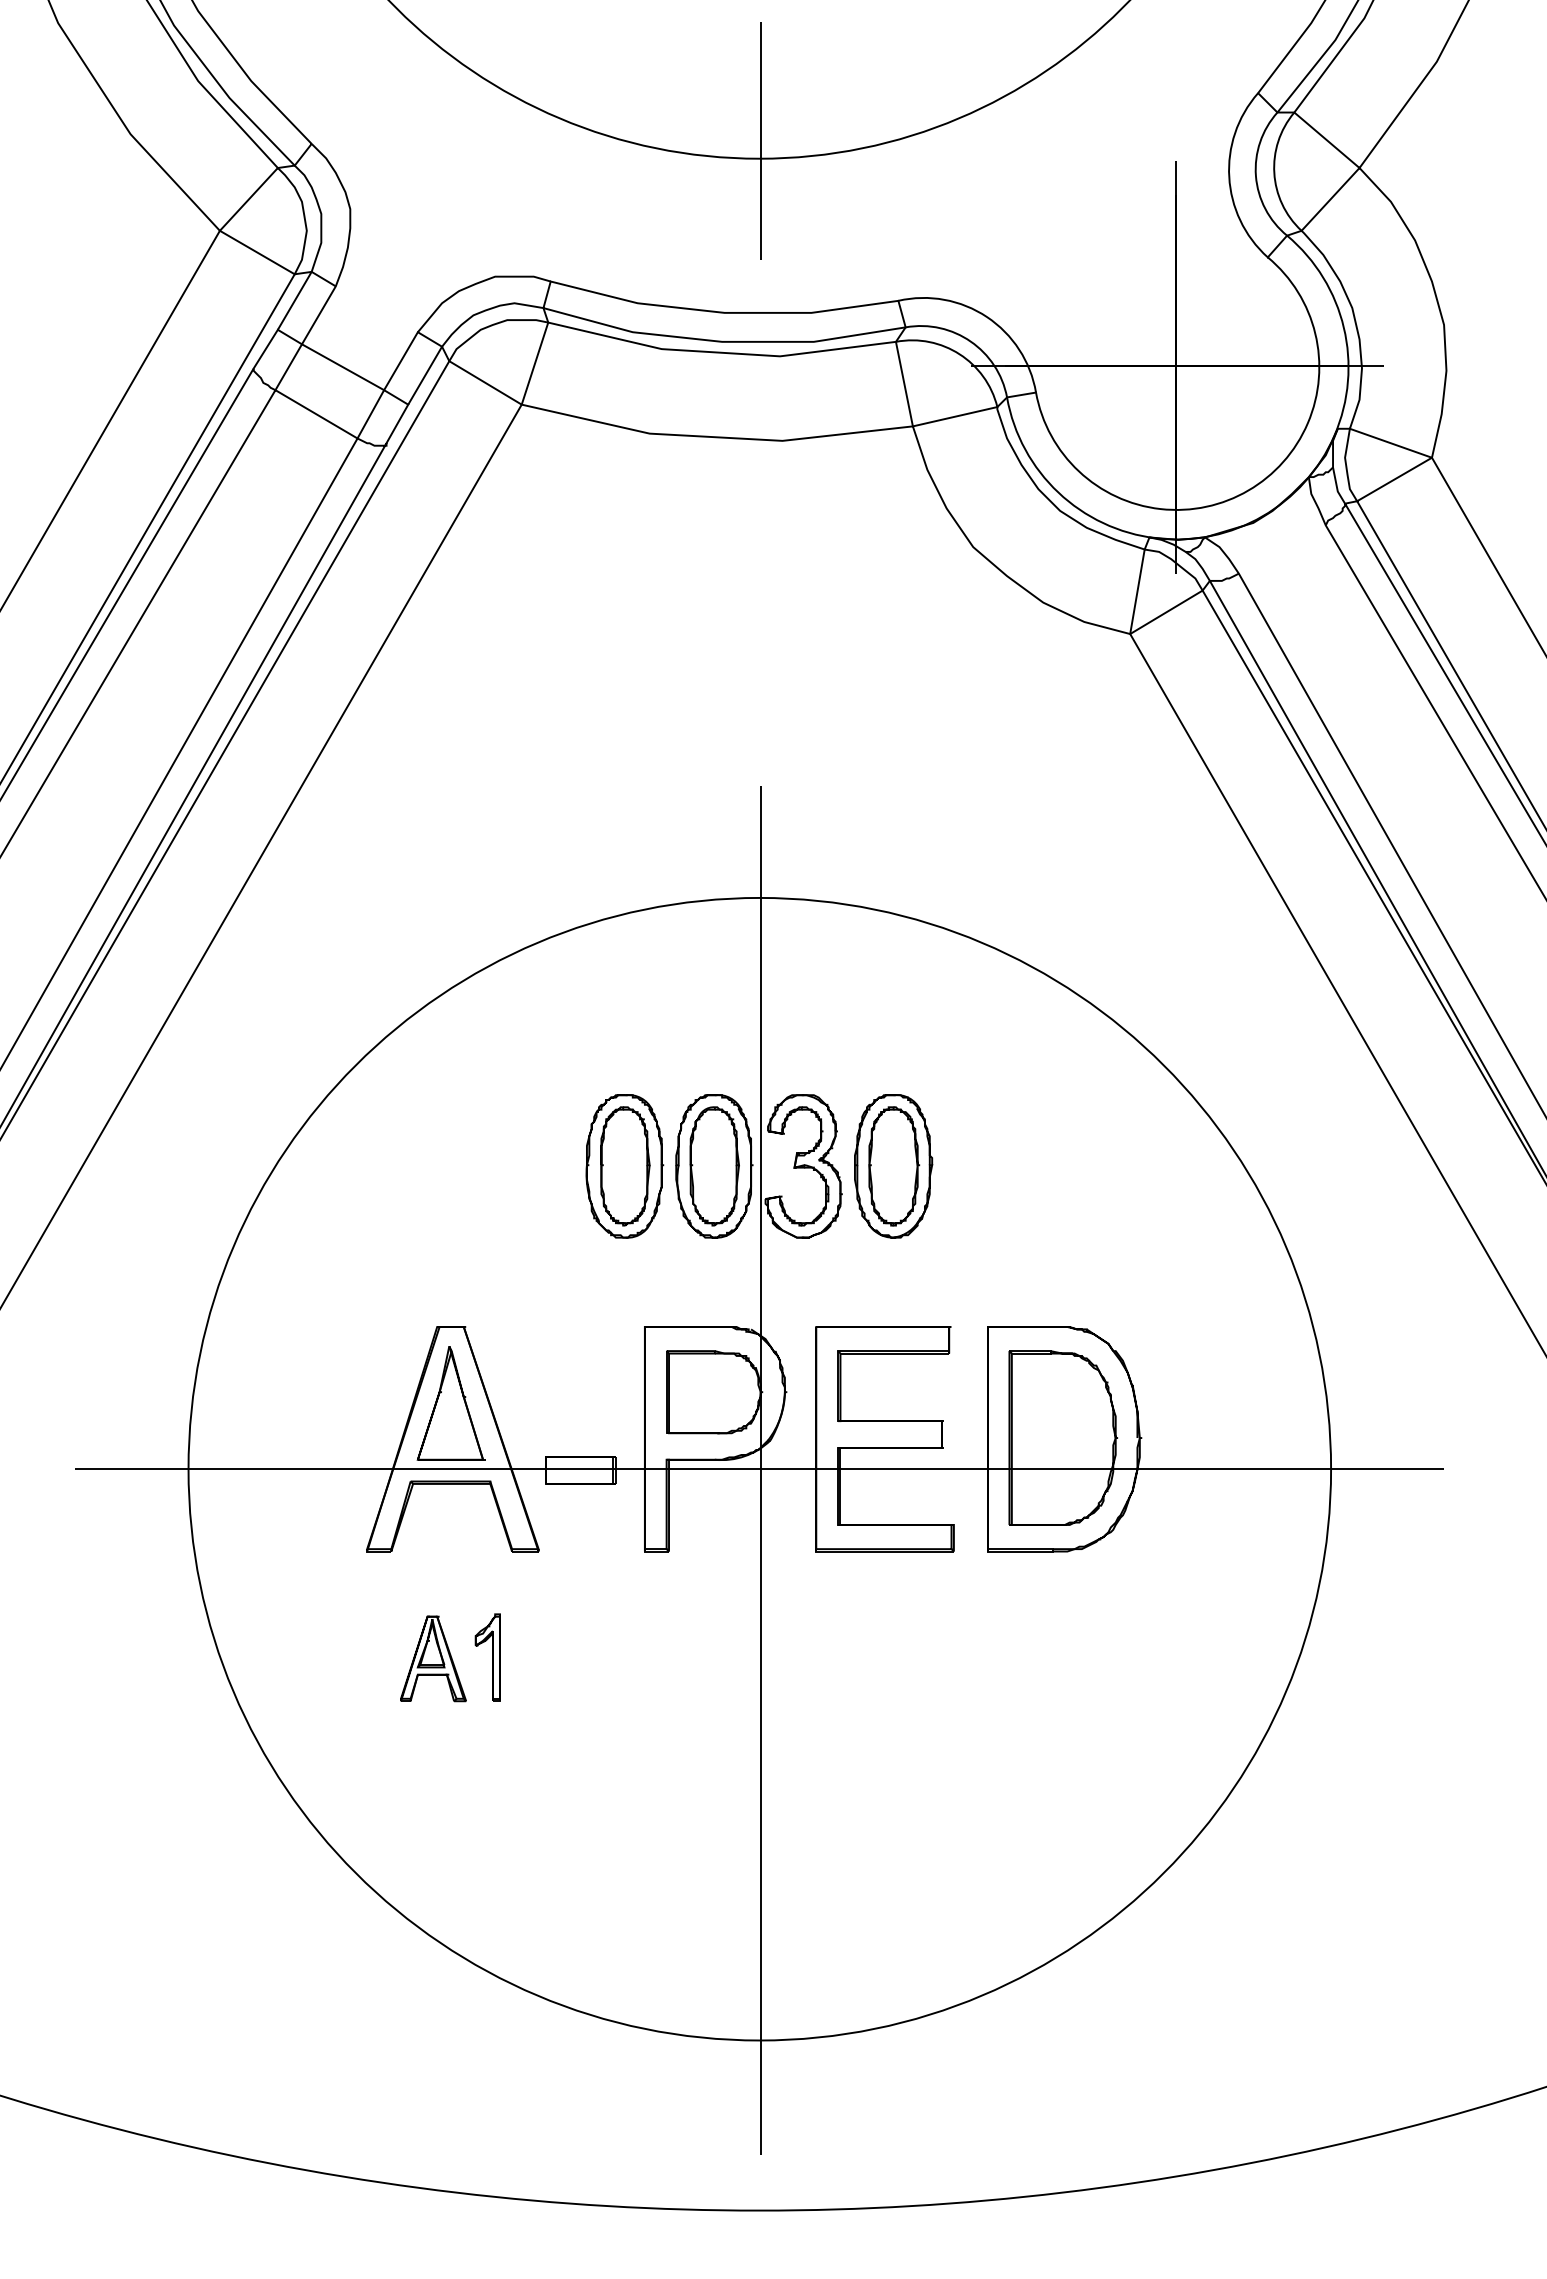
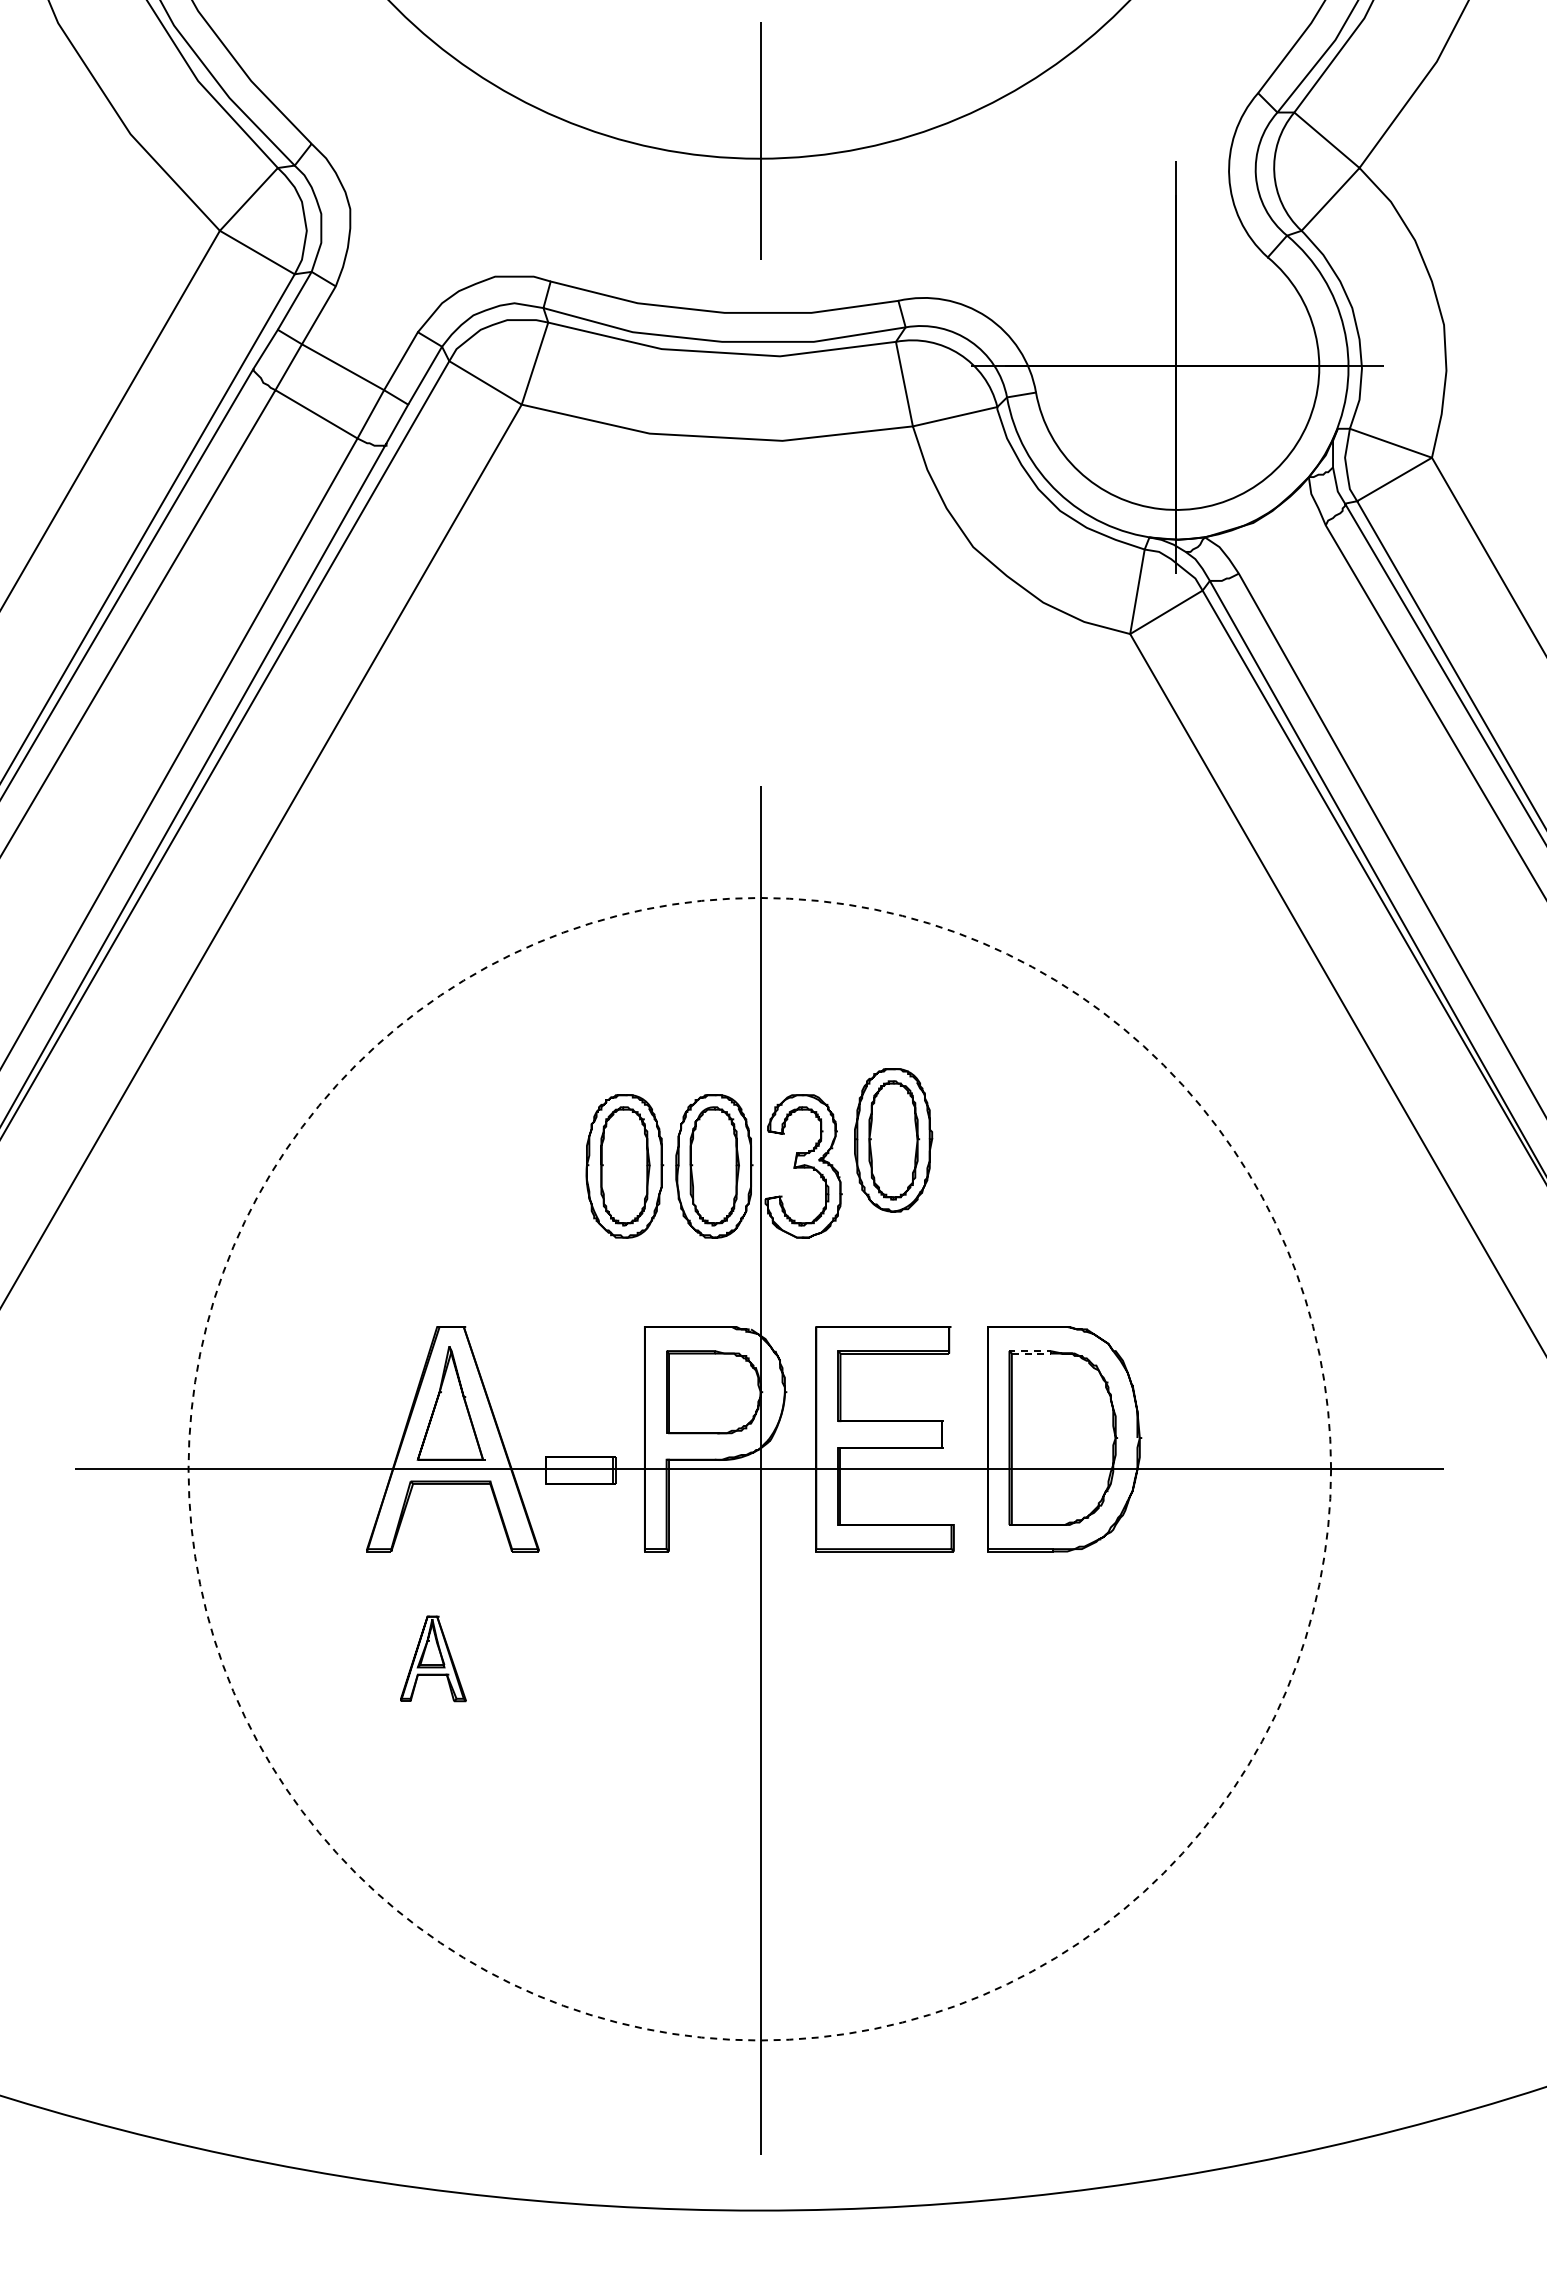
part at (893, 1166) position: (893, 1166) -> (893, 1140)
line at (1050, 1351): solid -> dashed
circle at (759, 1468): solid -> dashed
part at (487, 1657): present -> none
